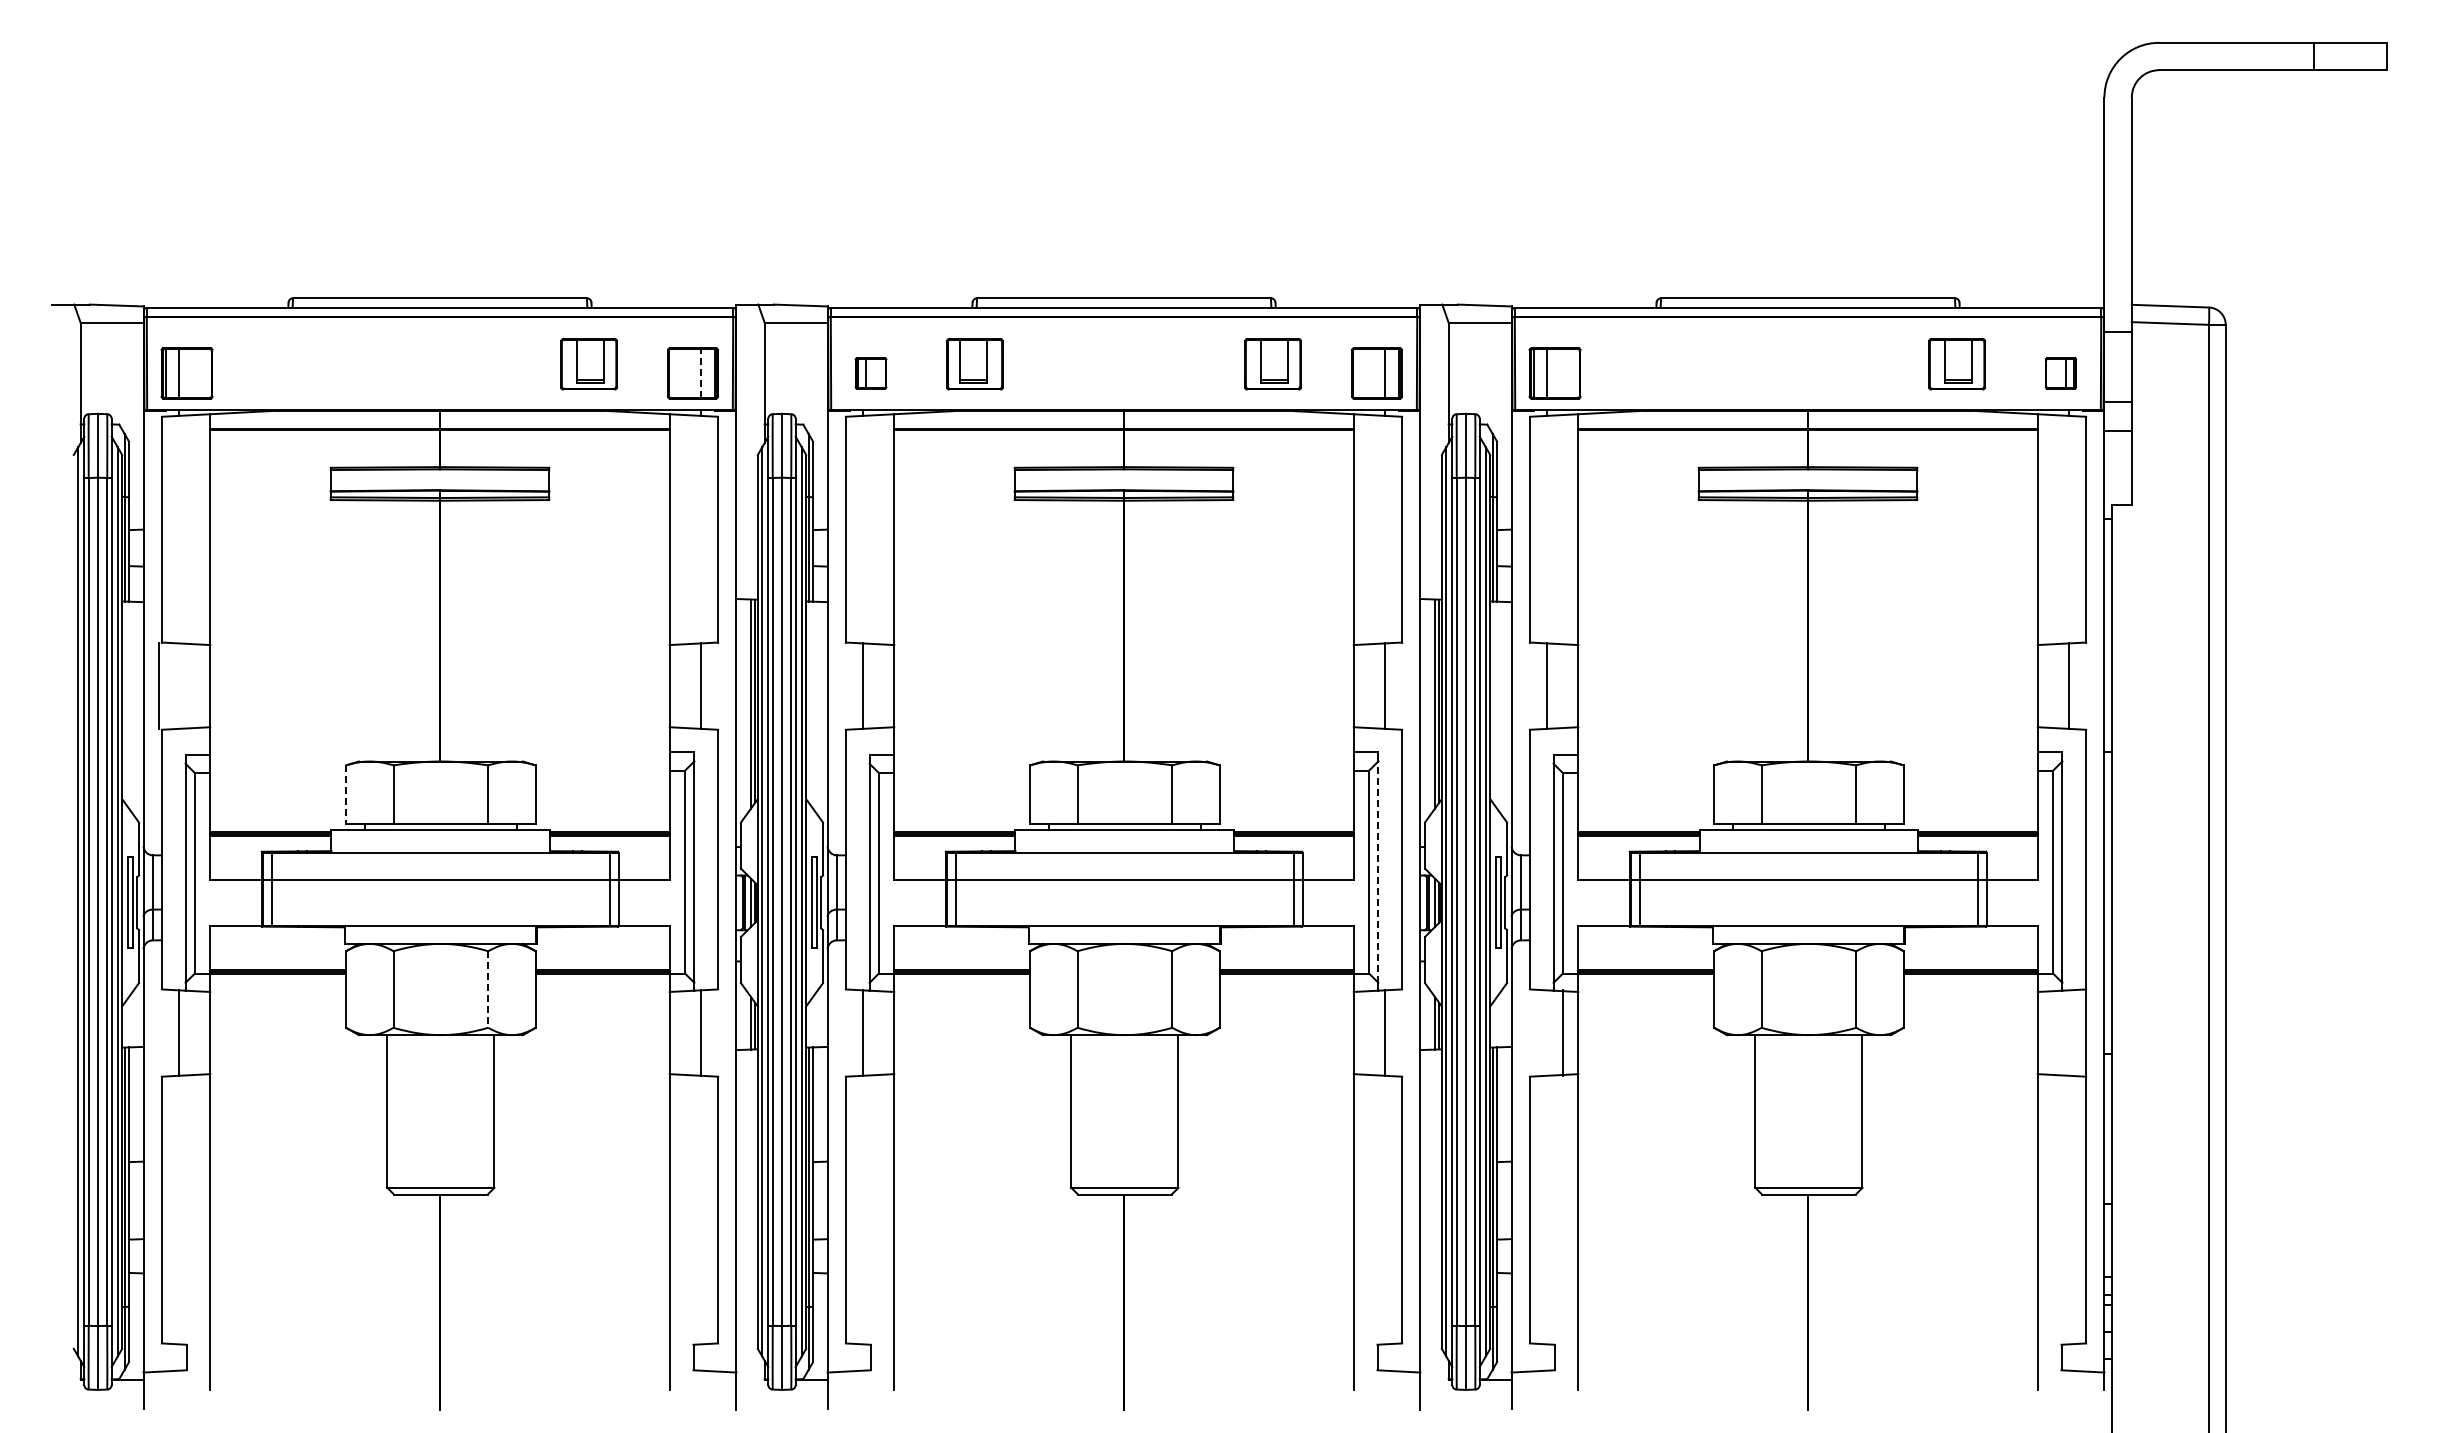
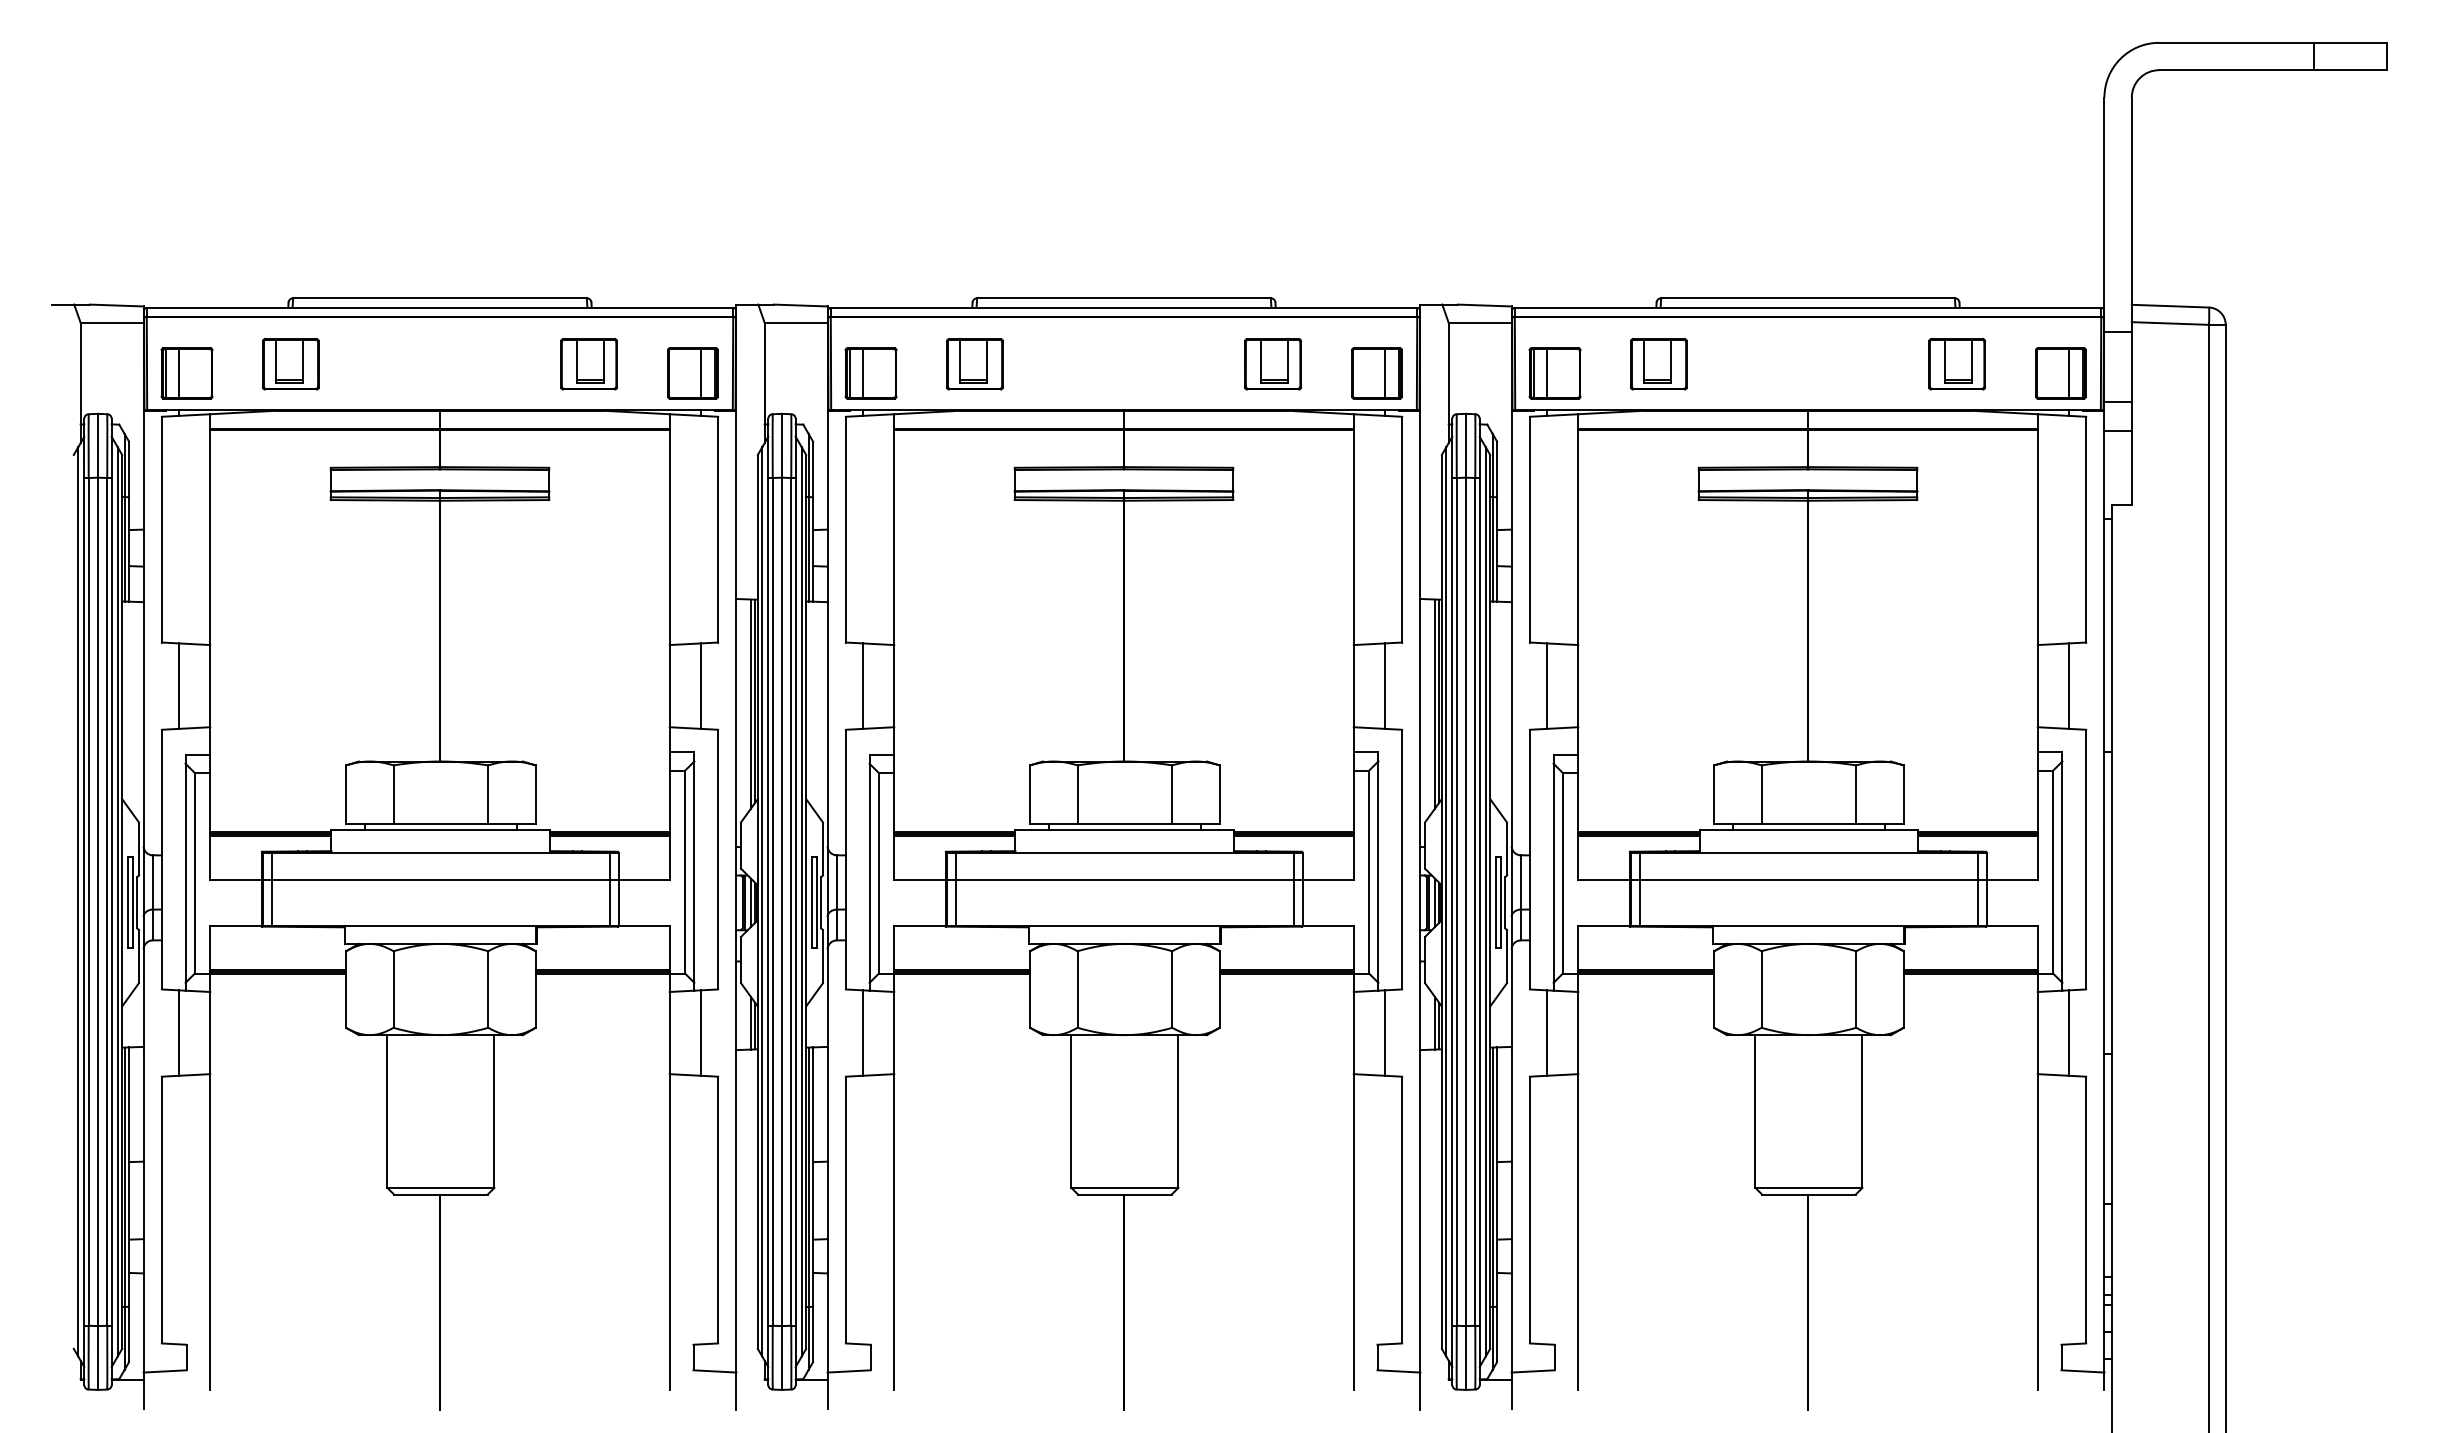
part at (290, 364): none -> present
part at (1658, 364): none -> present
line at (700, 373): dashed -> solid
part at (870, 373) size: 34x33 px -> 54x53 px
part at (2060, 373) size: 32x33 px -> 52x53 px
line at (159, 685) position: (159, 685) -> (179, 685)
line at (346, 794): dashed -> solid
line at (1378, 872): dashed -> solid
line at (488, 990): dashed -> solid
line at (1563, 1032) position: (1563, 1032) -> (1547, 1032)
line at (2085, 1032) position: (2085, 1032) -> (2068, 1032)
